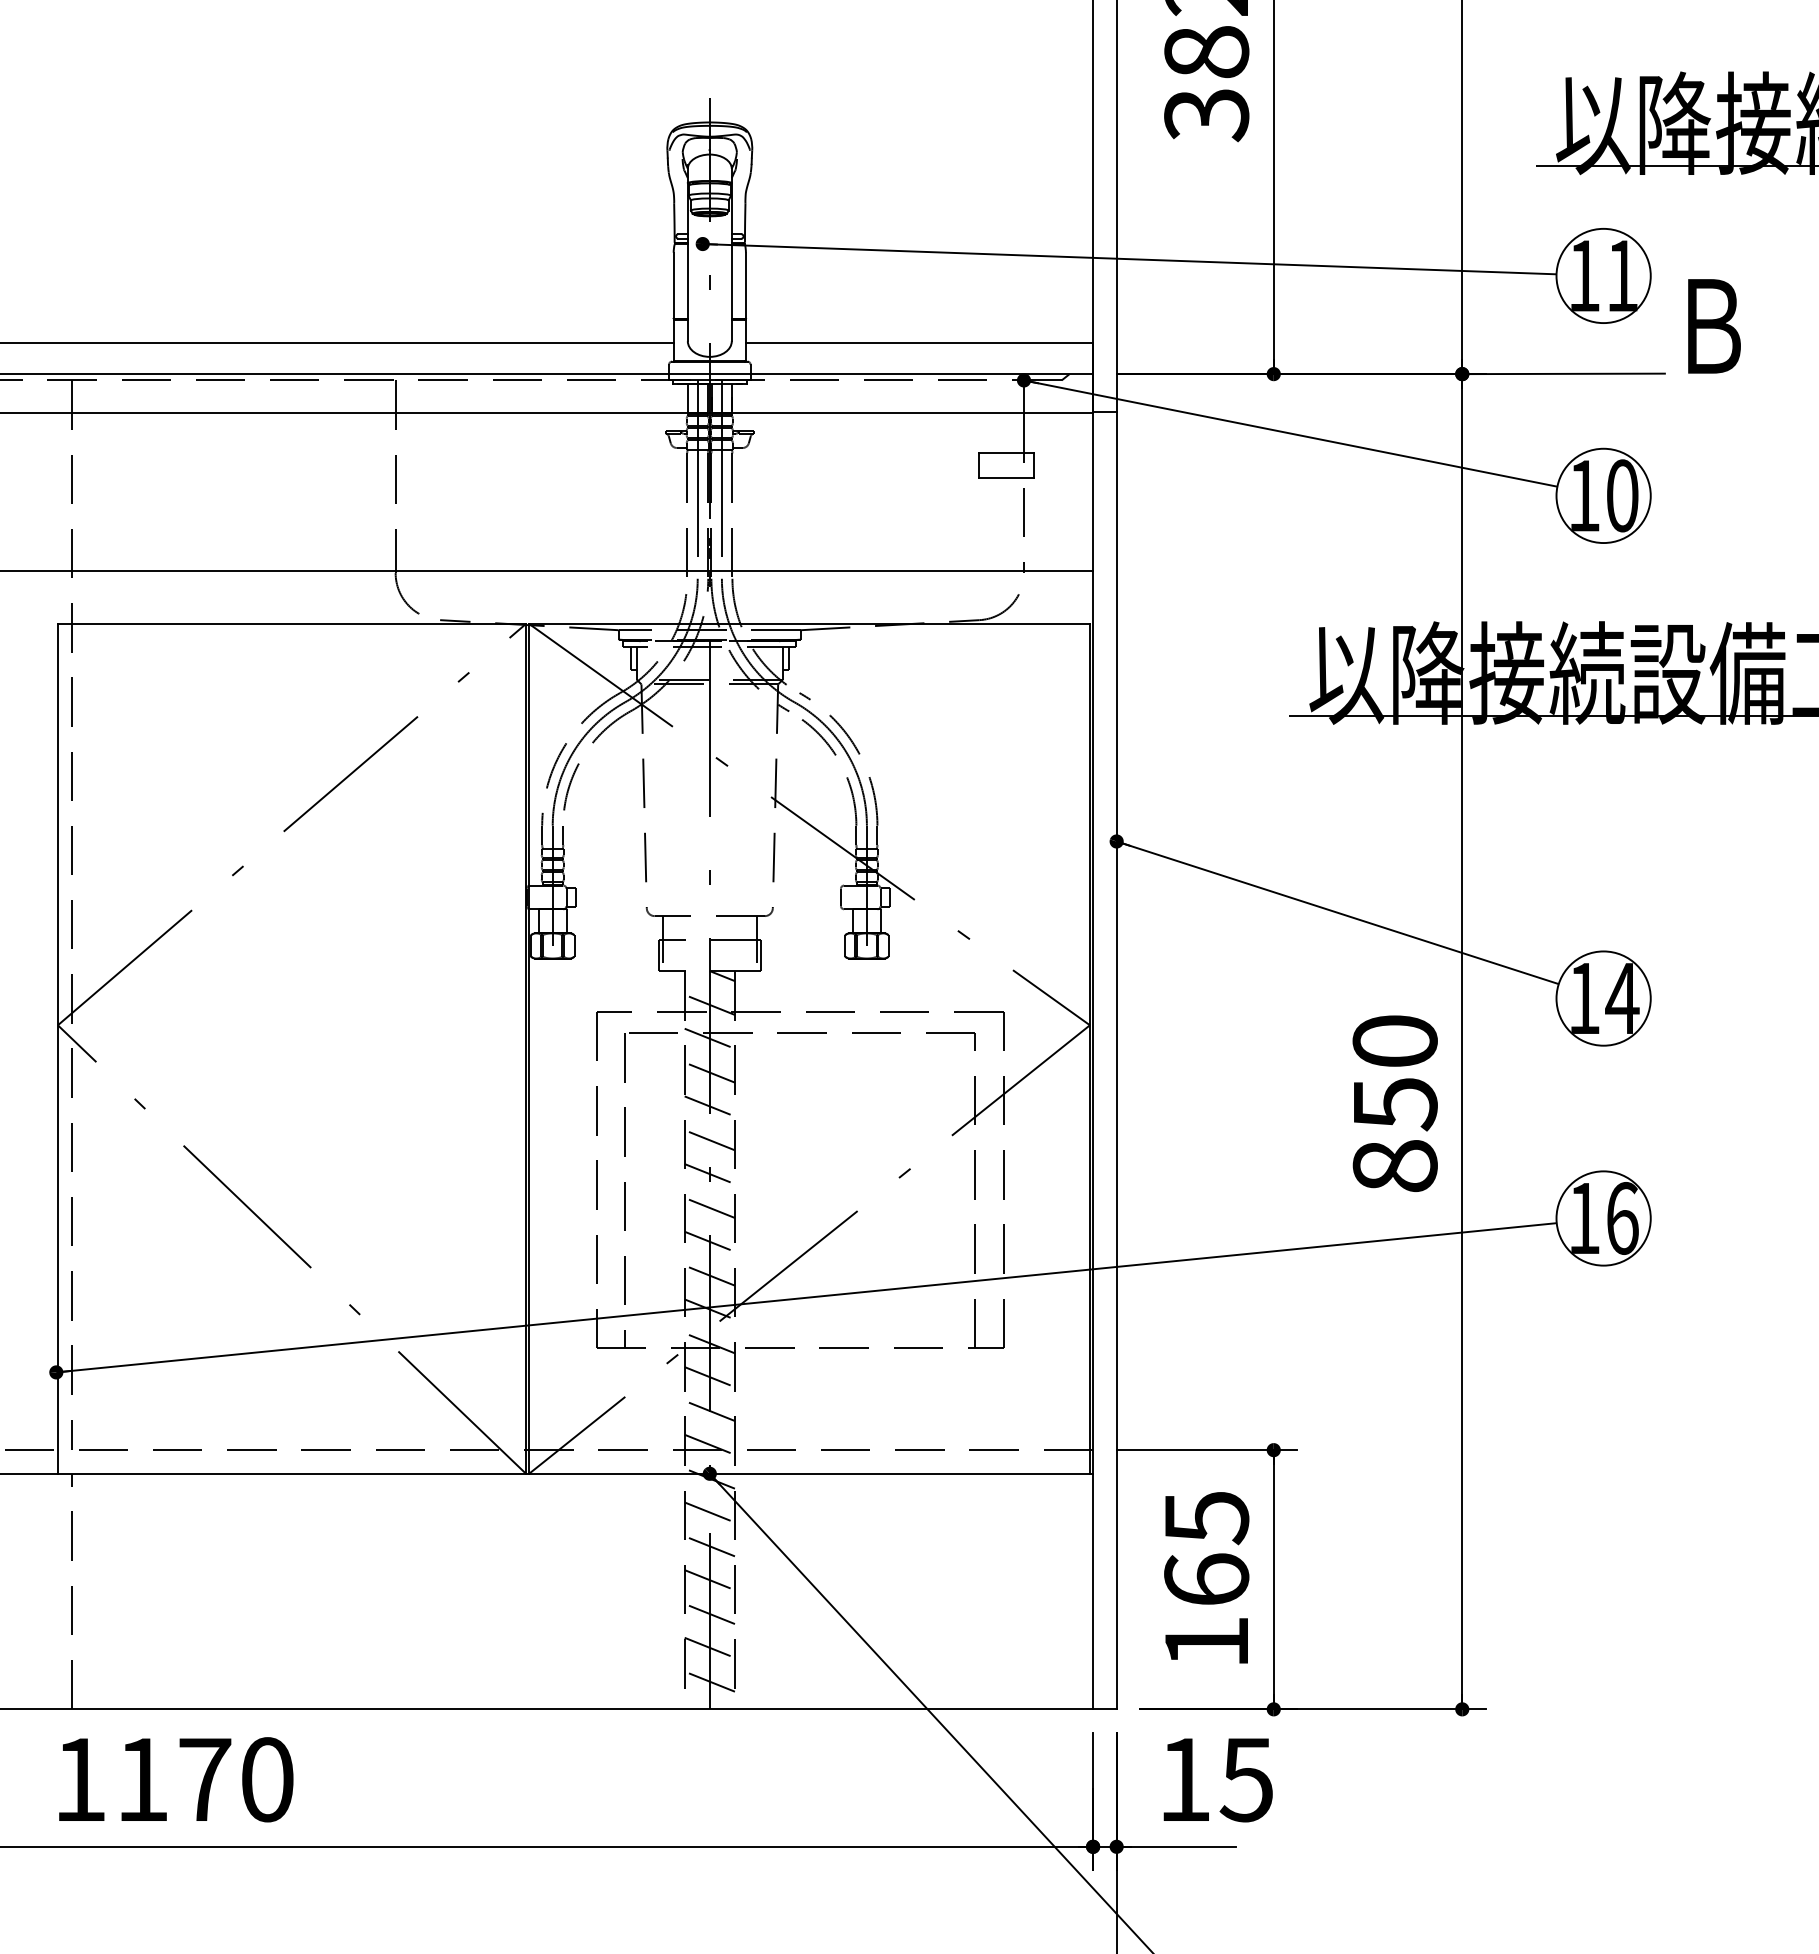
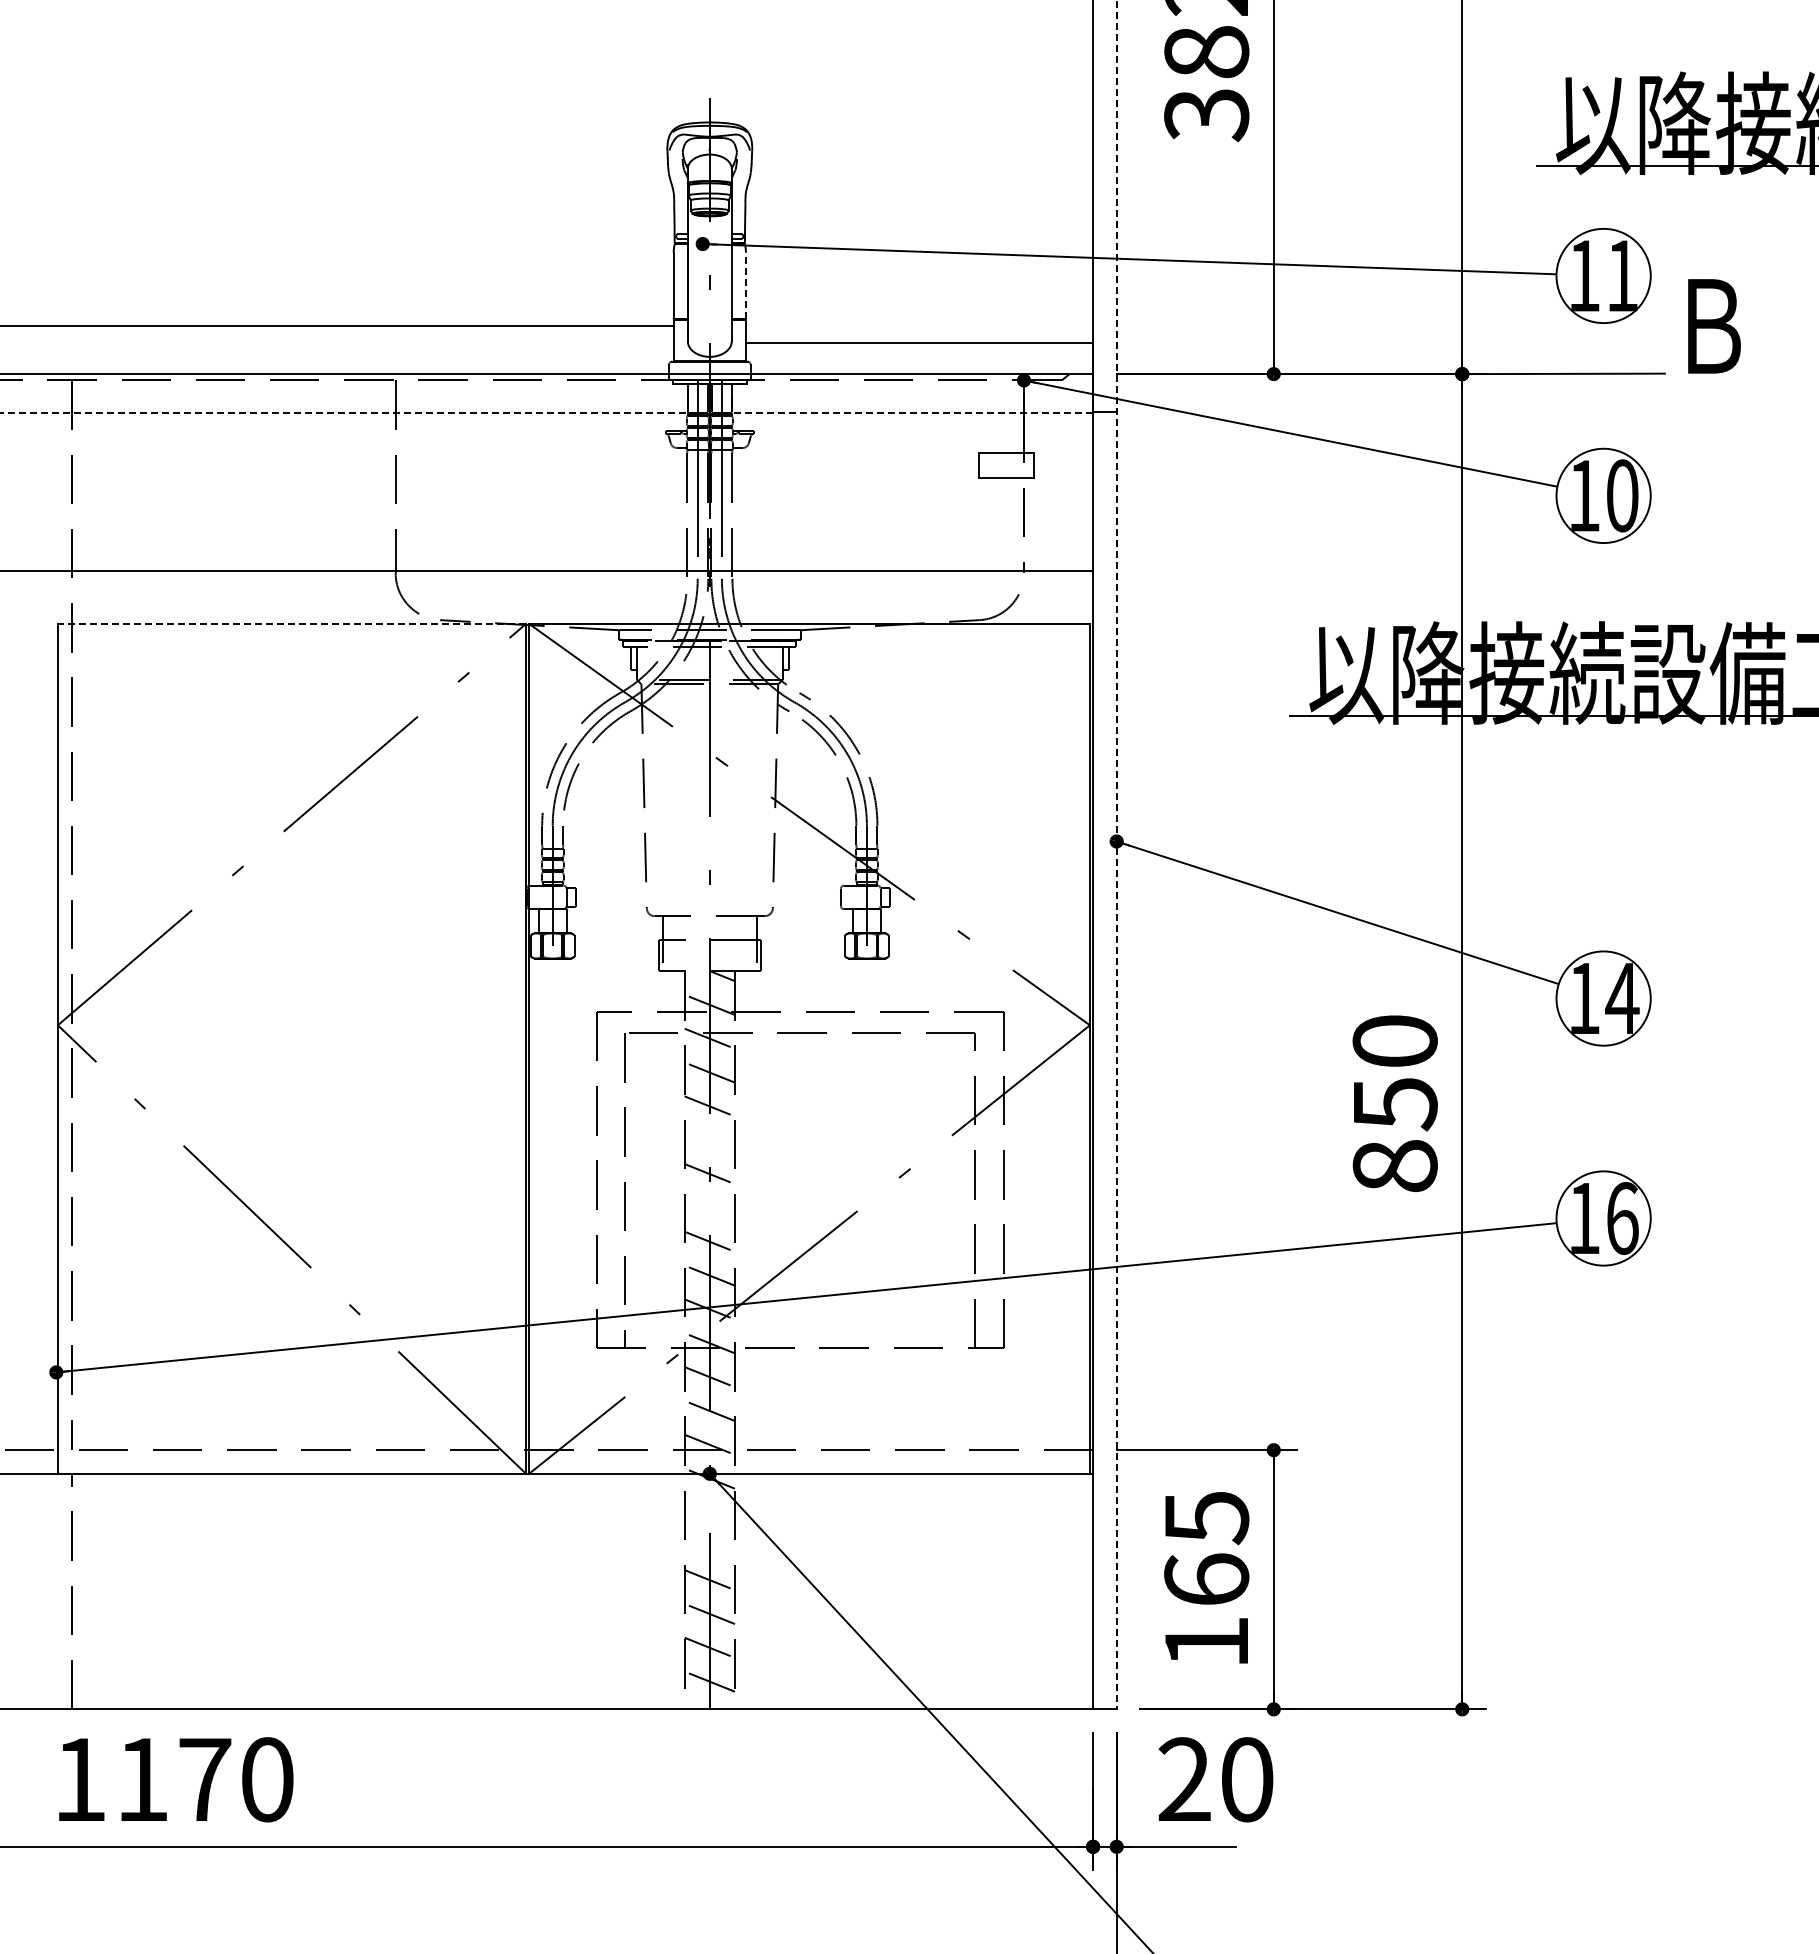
line at (745, 285): solid -> dashed
line at (337, 342) position: (337, 342) -> (337, 325)
line at (546, 413): solid -> dashed
line at (291, 623): solid -> dashed
line at (1116, 855): solid -> dashed
line at (709, 1140): present -> none
line at (709, 1207): present -> none
line at (709, 1512): present -> none
line at (709, 1546): present -> none
text at (1215, 1779): 15 -> 20
